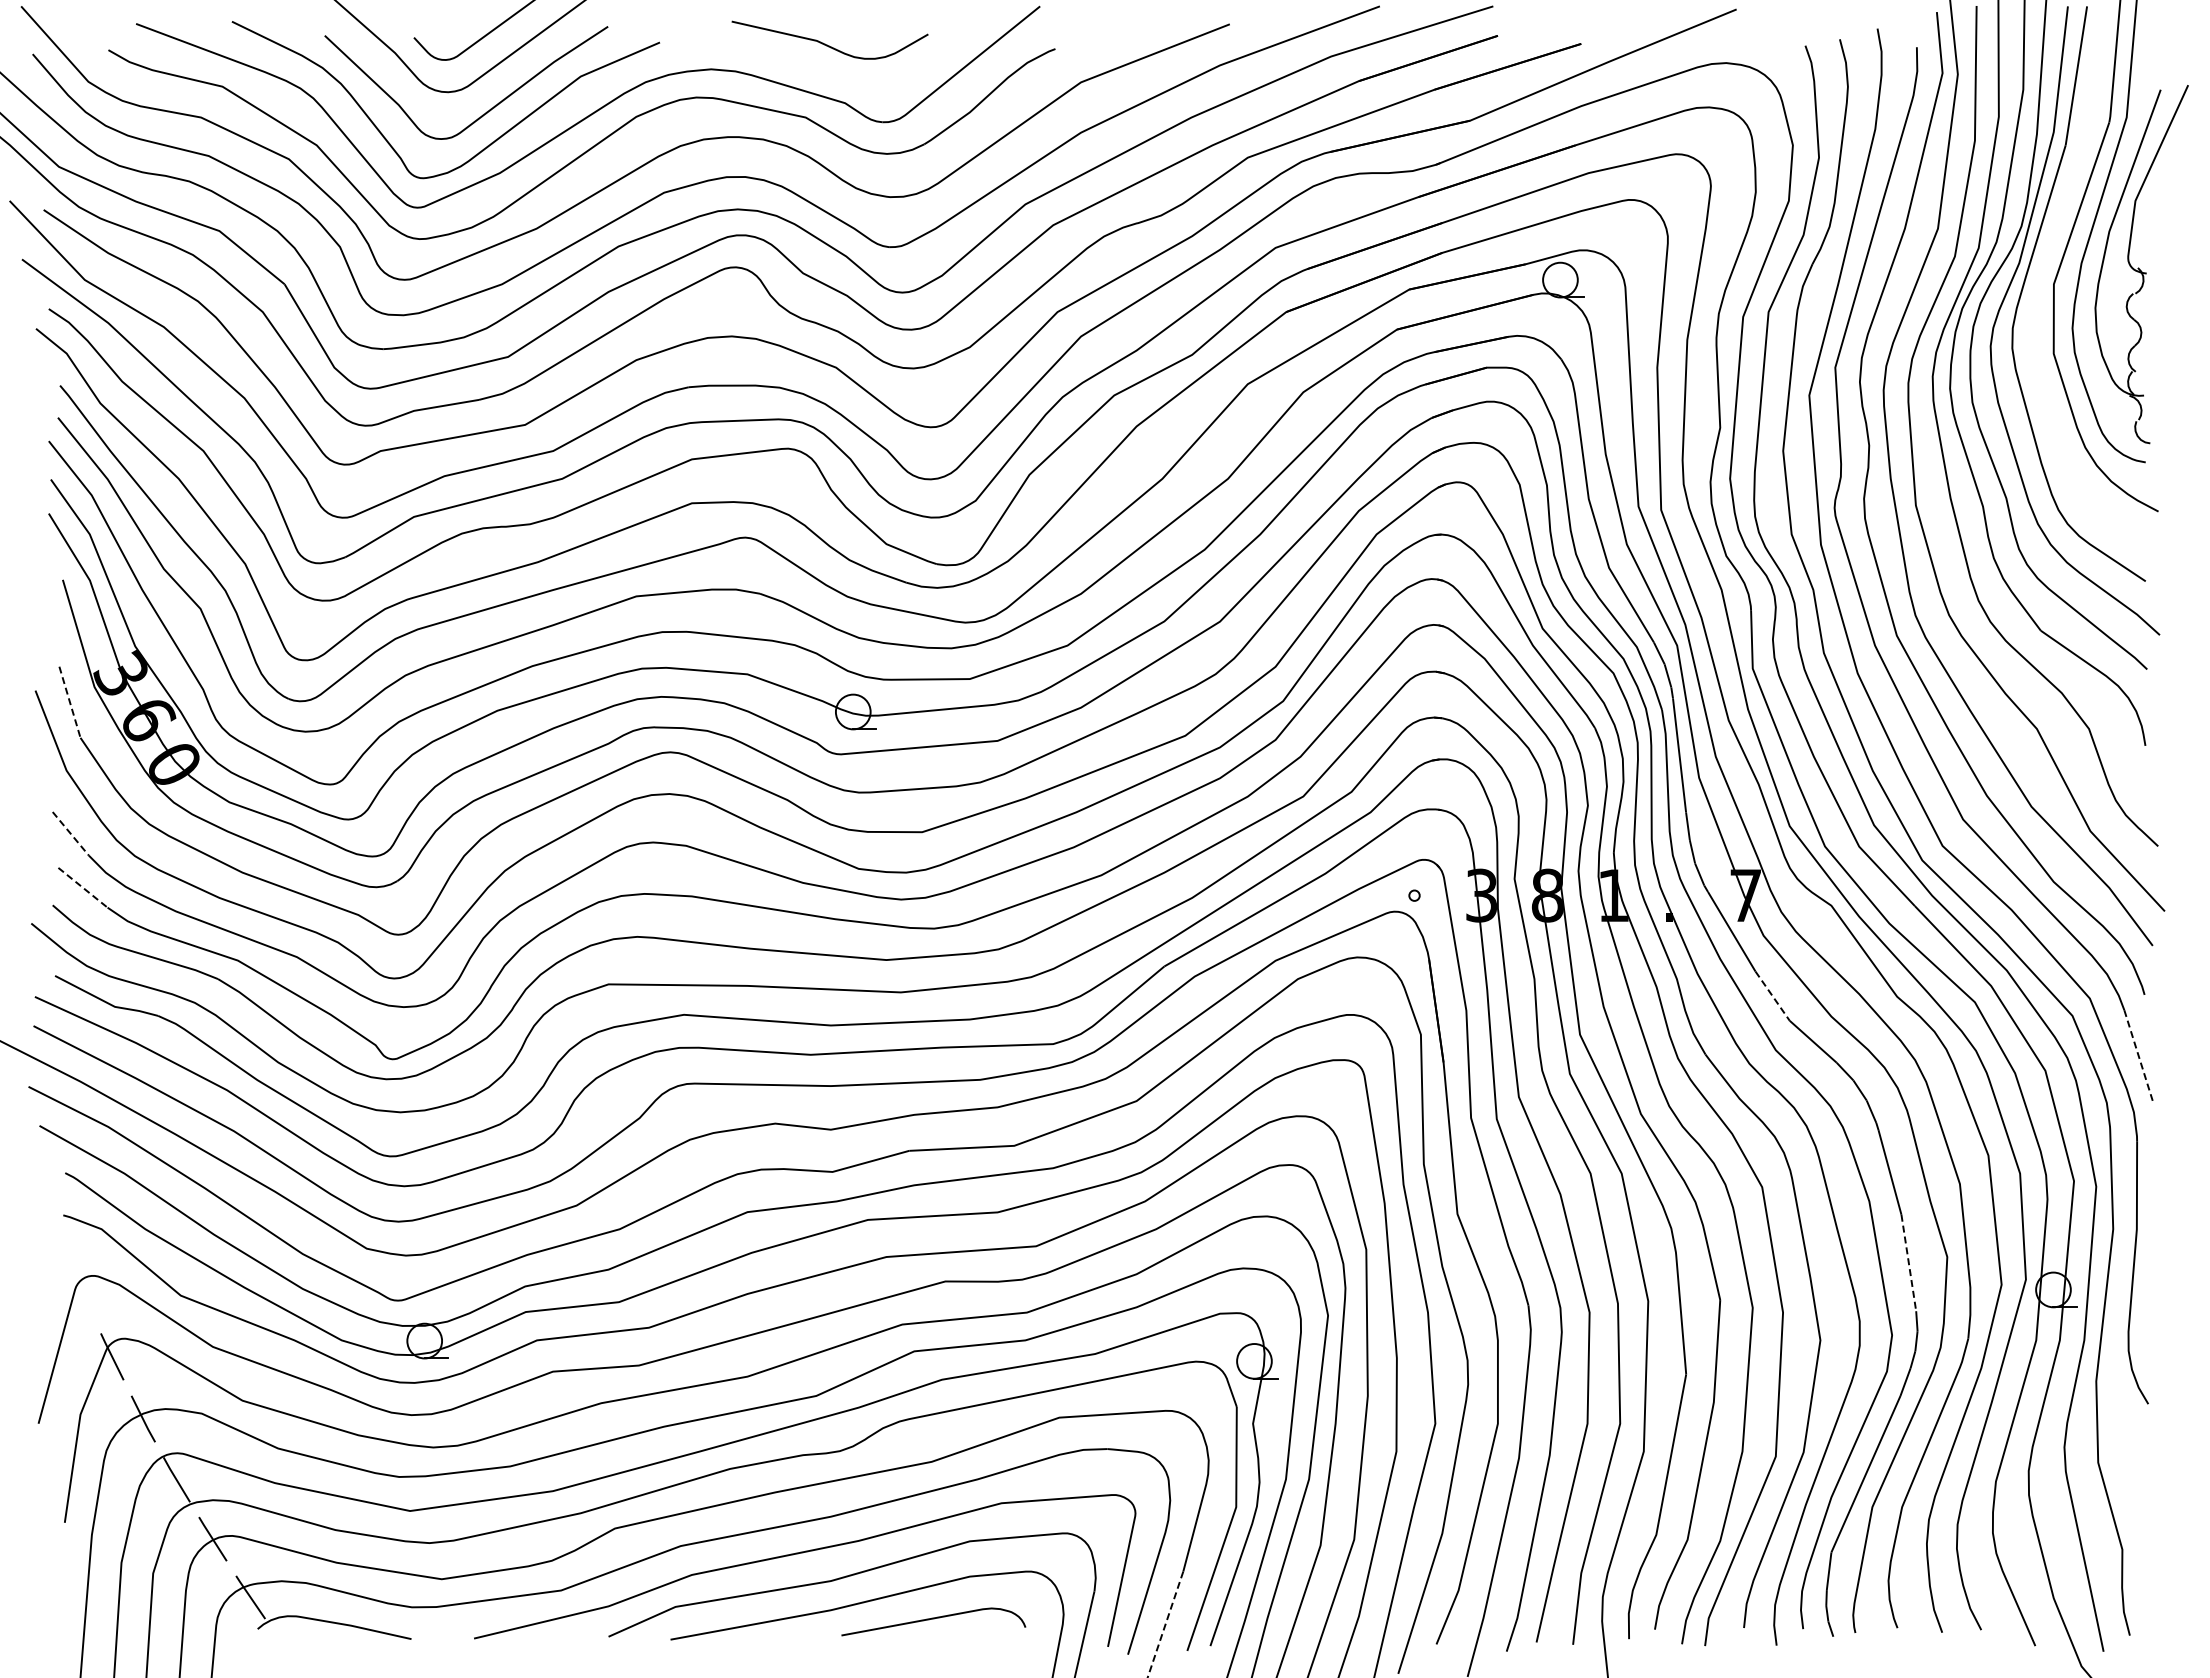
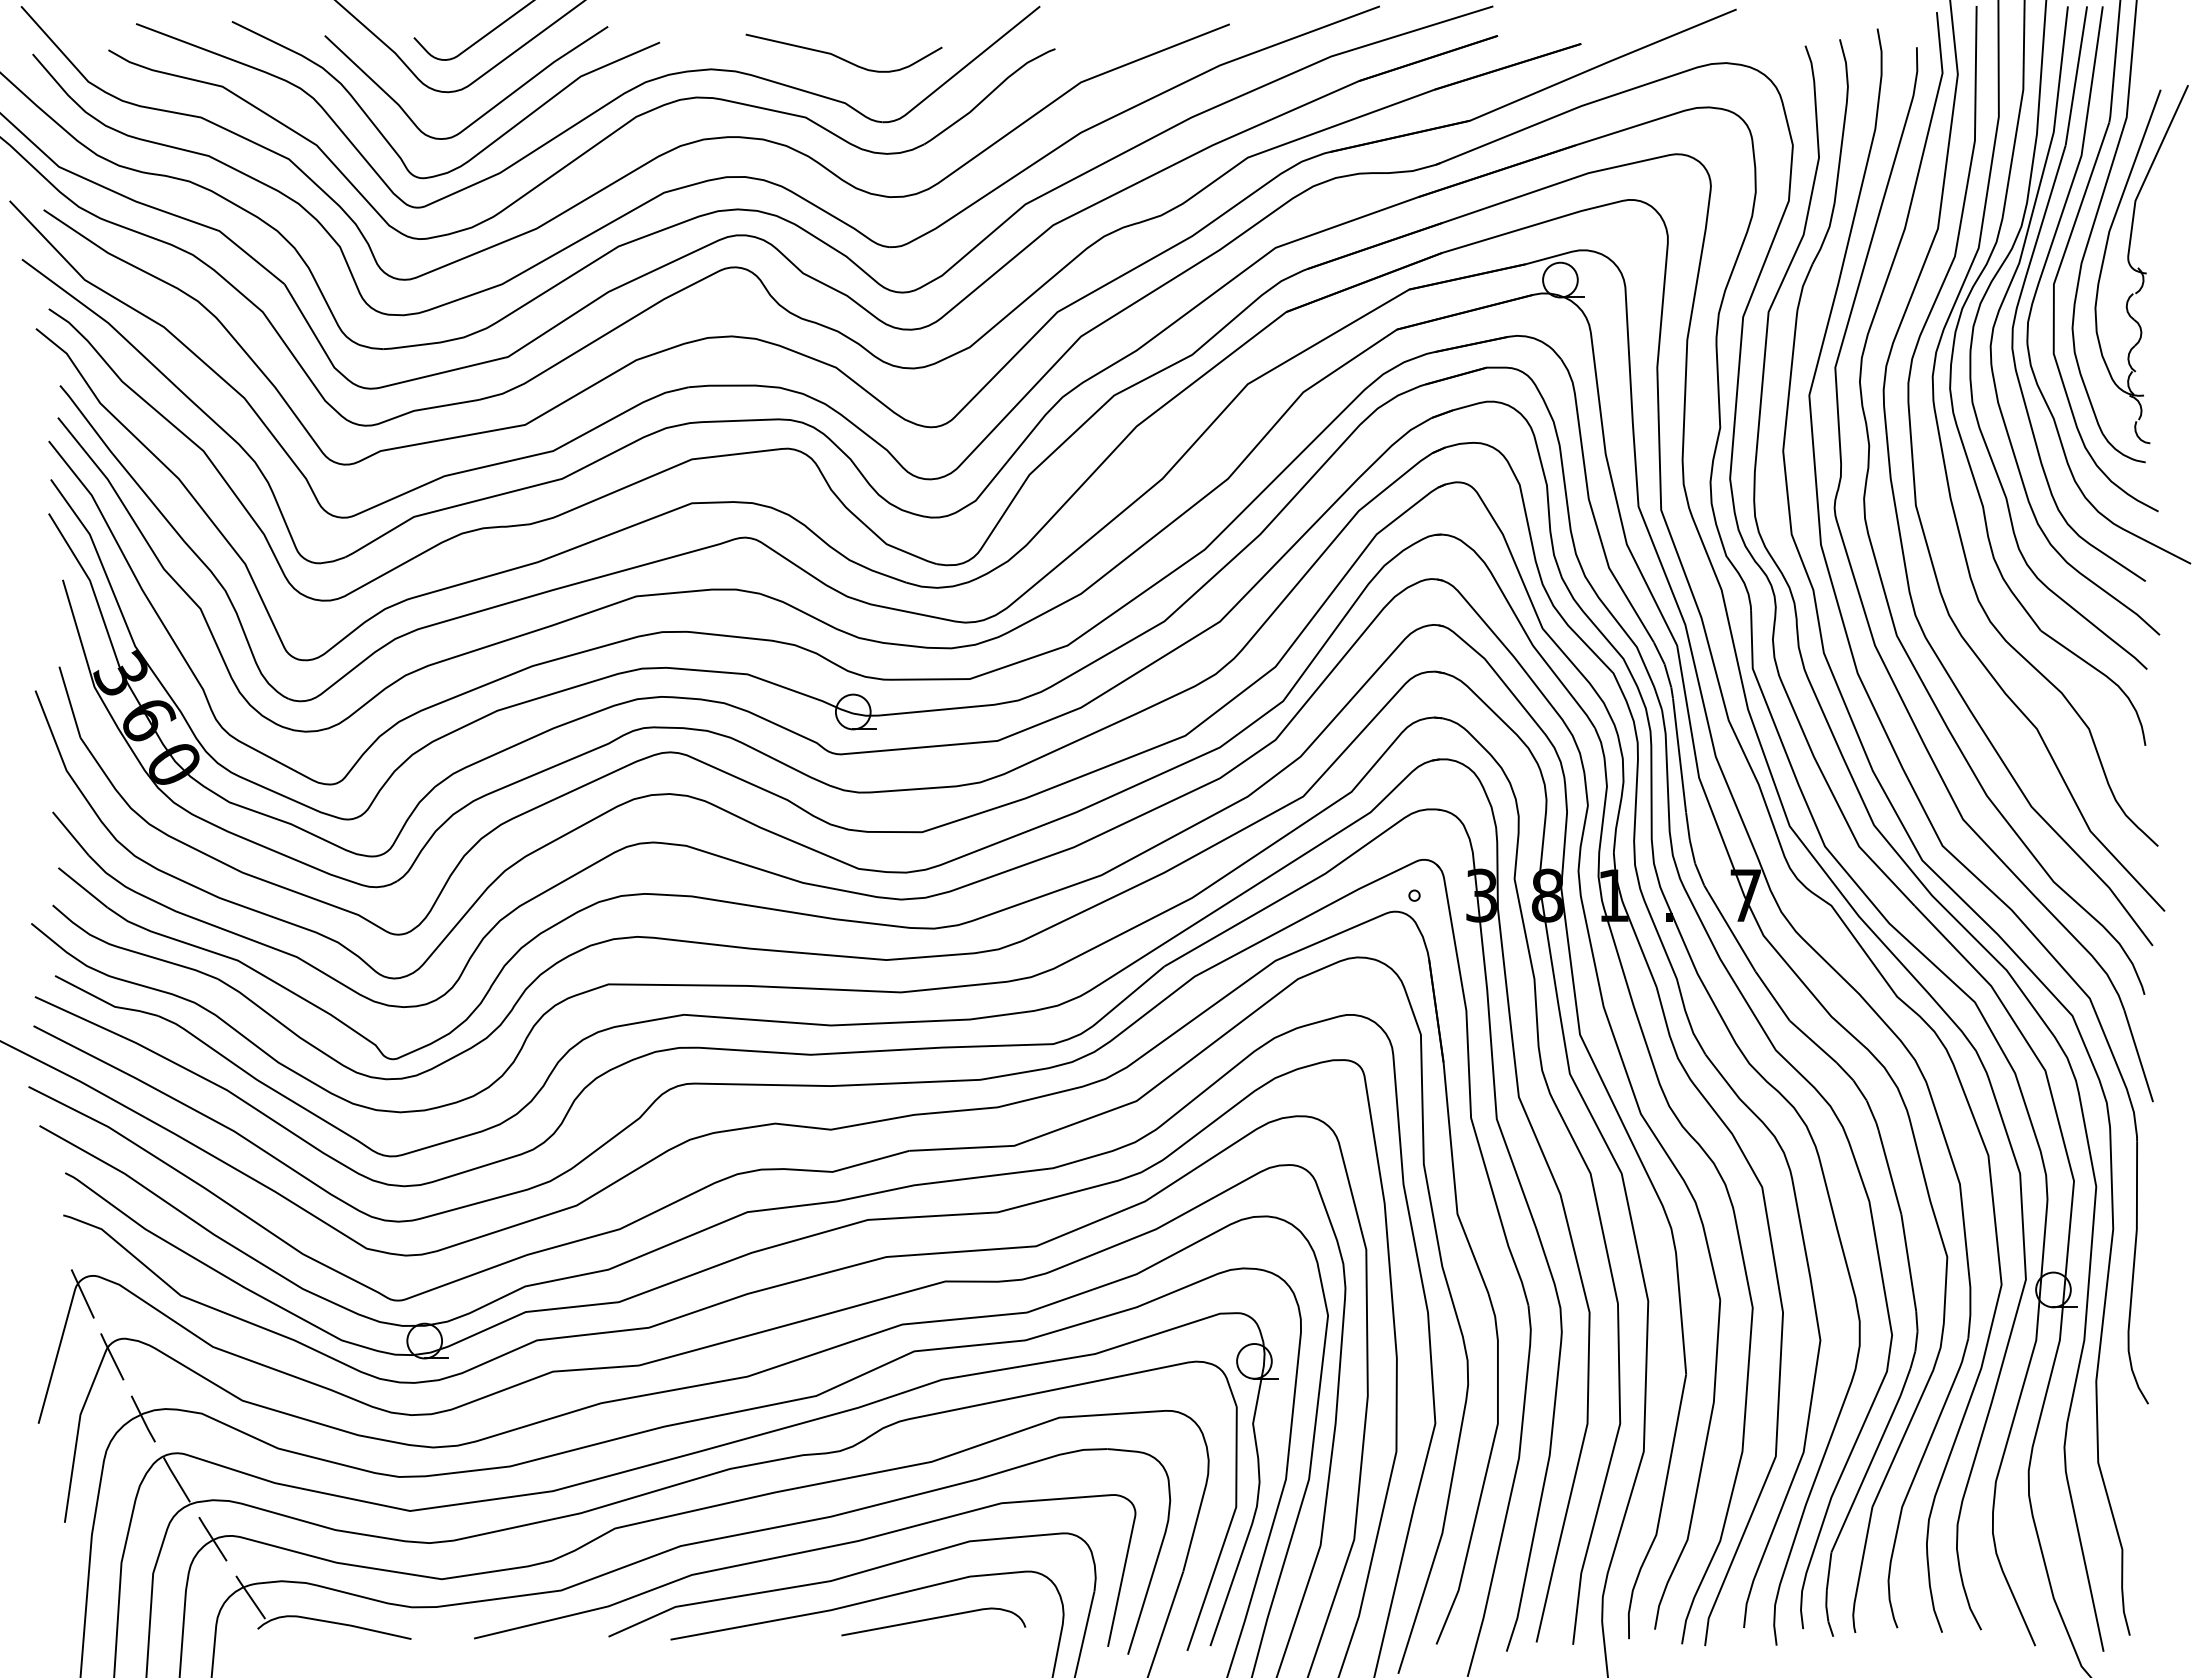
curve at (827, 44) position: (827, 44) -> (841, 57)
curve at (2046, 263): none -> present
line at (70, 702): dashed -> solid
line at (71, 834): dashed -> solid
line at (83, 887): dashed -> solid
line at (1772, 996): dashed -> solid
line at (2138, 1056): dashed -> solid
line at (1908, 1262): dashed -> solid
line at (82, 1293): none -> present
line at (1165, 1624): dashed -> solid
